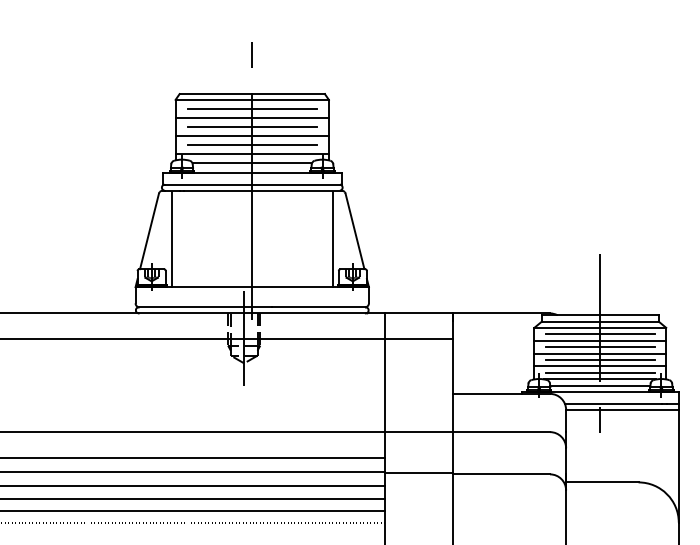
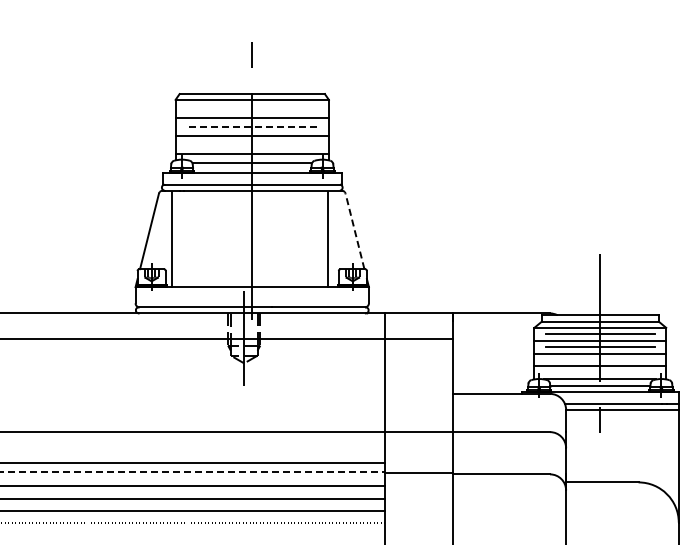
line at (251, 108): present -> none
line at (252, 127): solid -> dashed
line at (251, 145): present -> none
line at (355, 231): solid -> dashed
line at (332, 239) position: (332, 239) -> (327, 239)
line at (600, 360): present -> none
line at (600, 372): present -> none
line at (193, 458) position: (193, 458) -> (193, 463)
line at (193, 472): solid -> dashed
